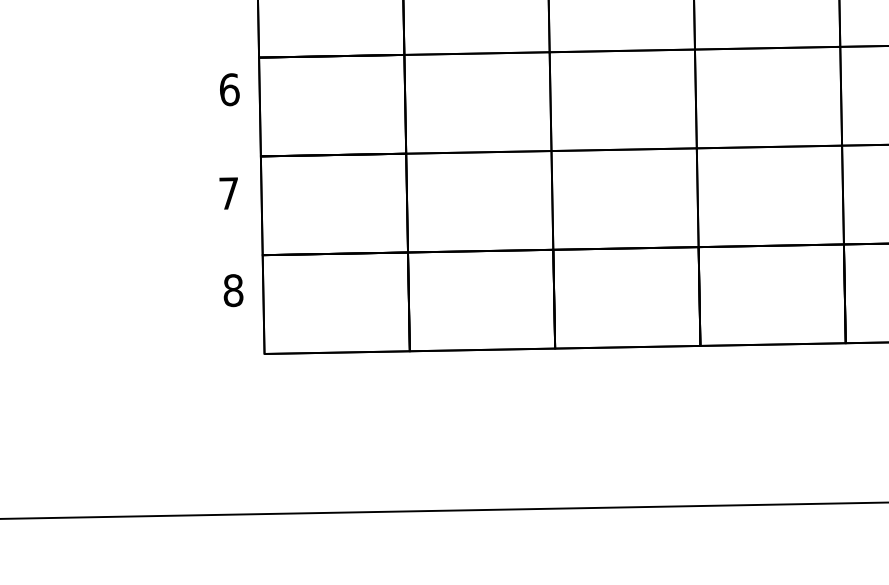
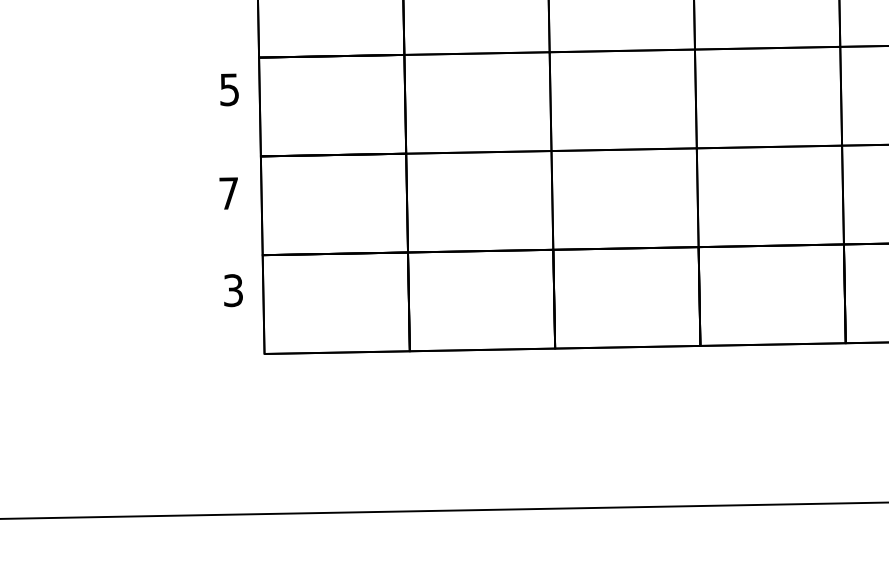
text at (229, 89): 6 -> 5
text at (233, 290): 8 -> 3
